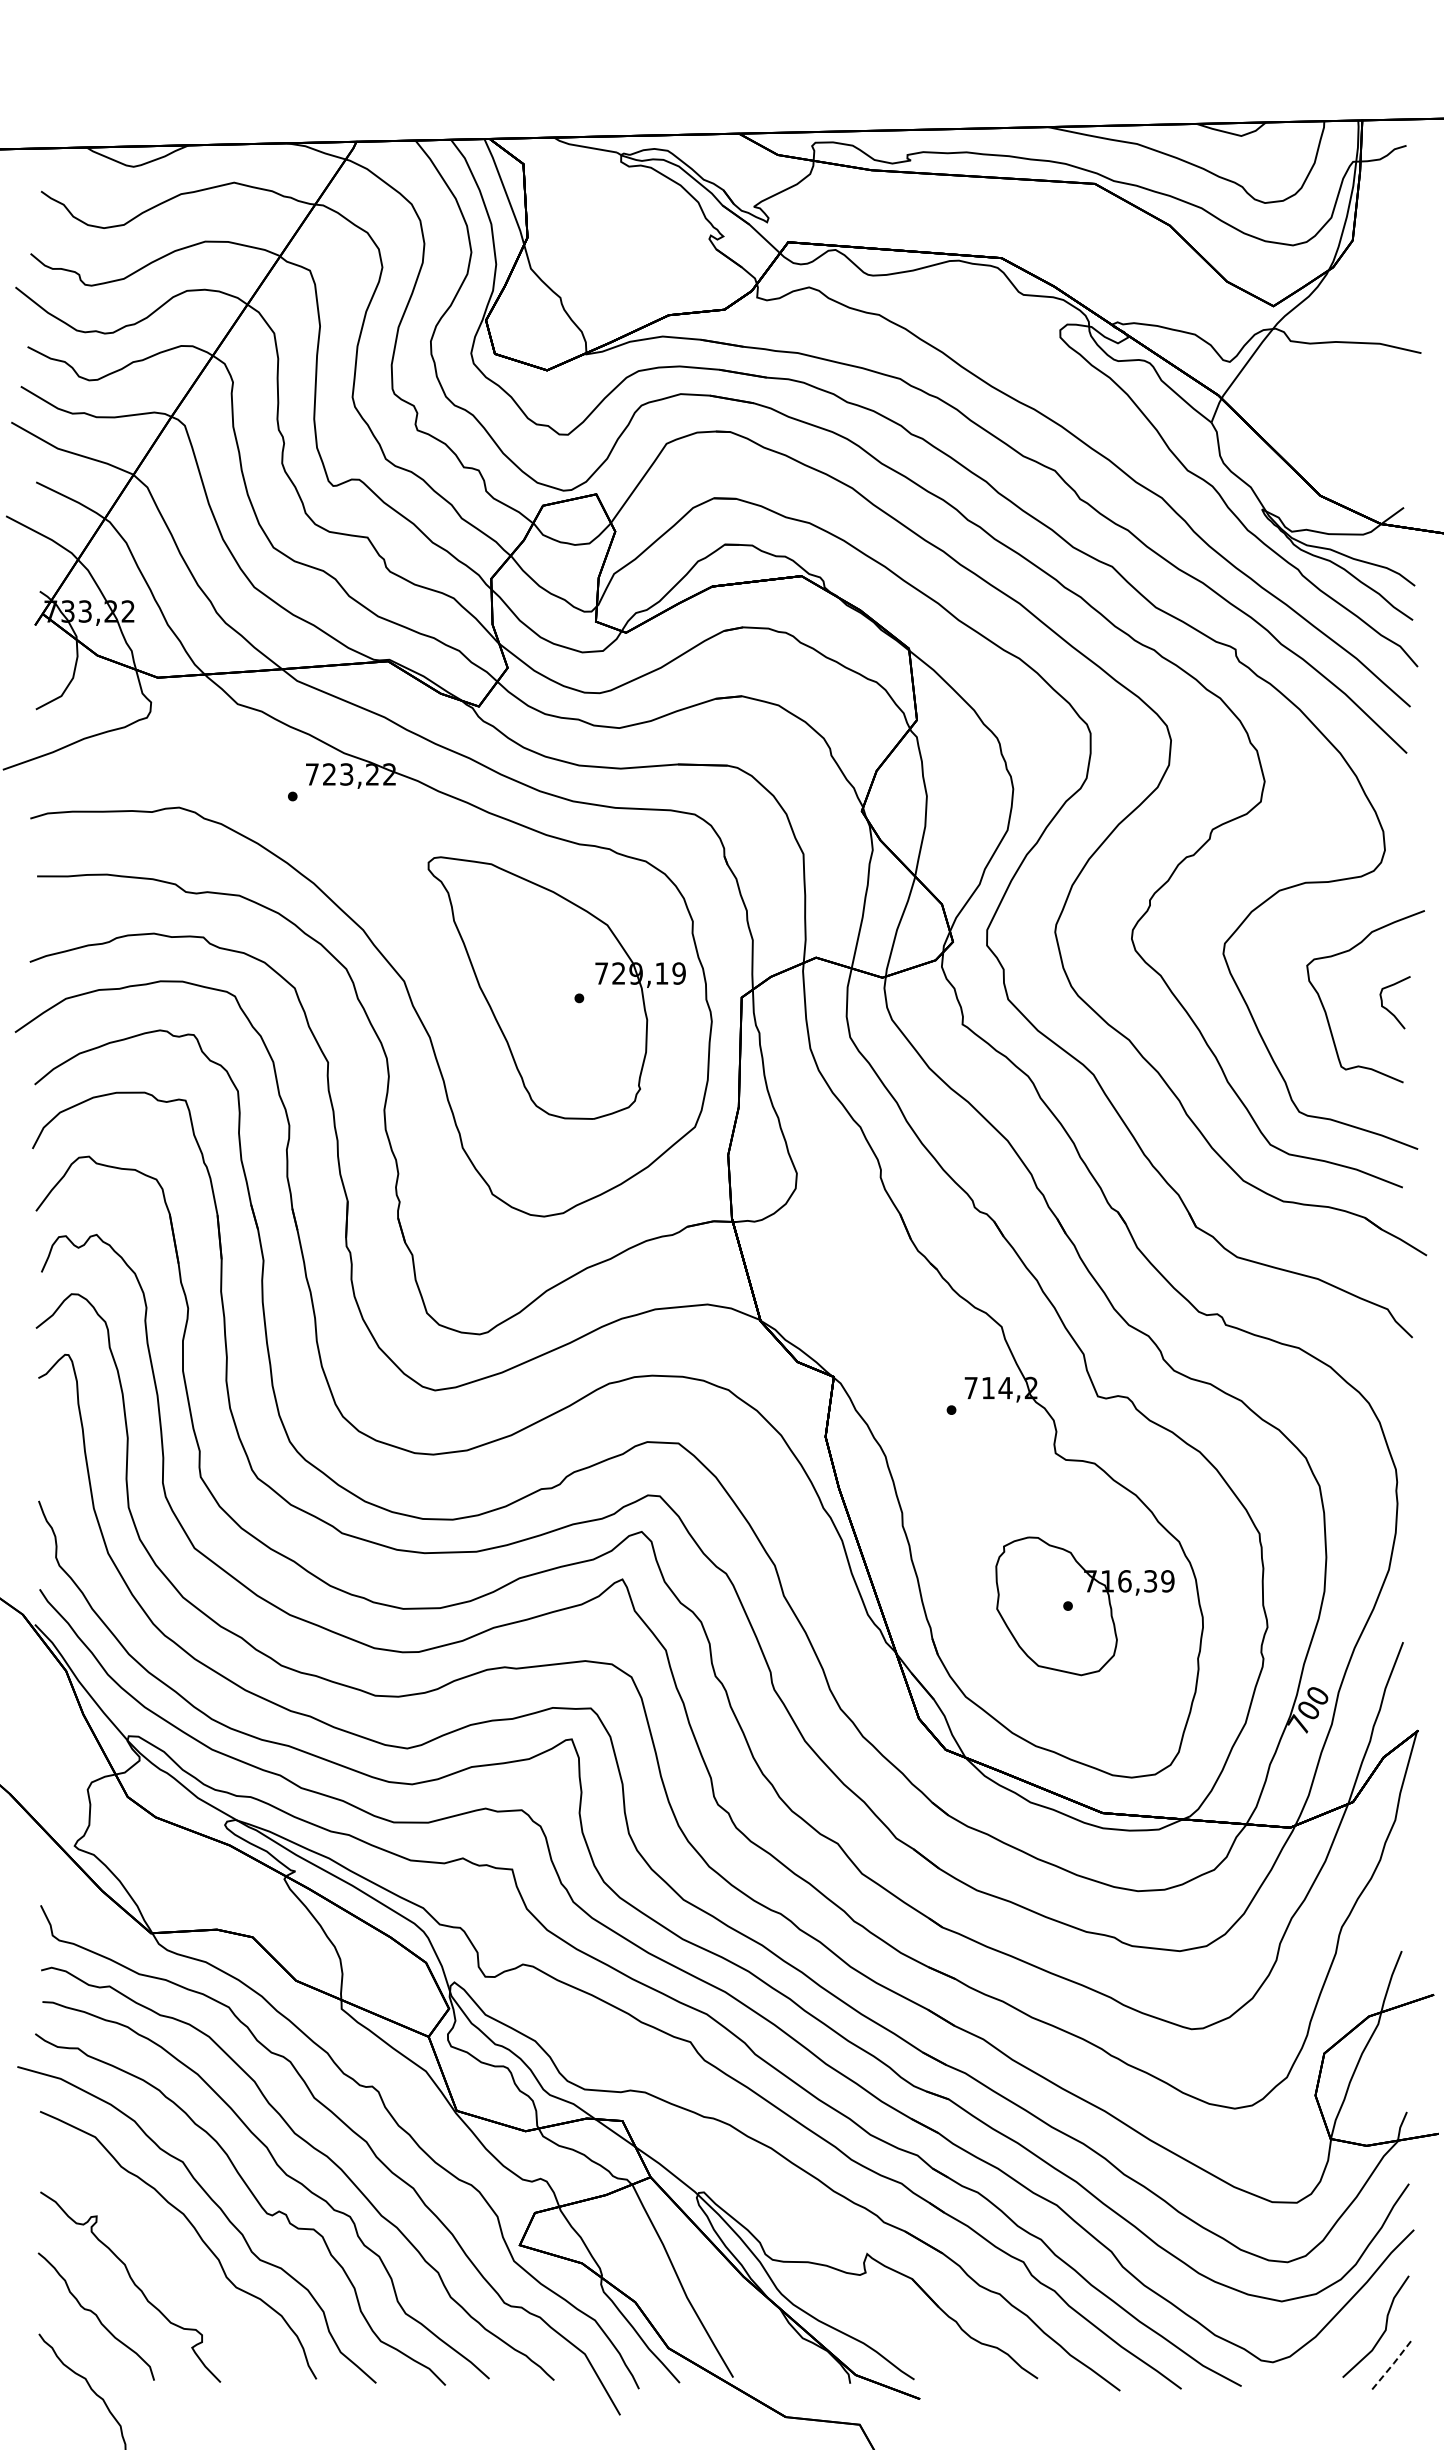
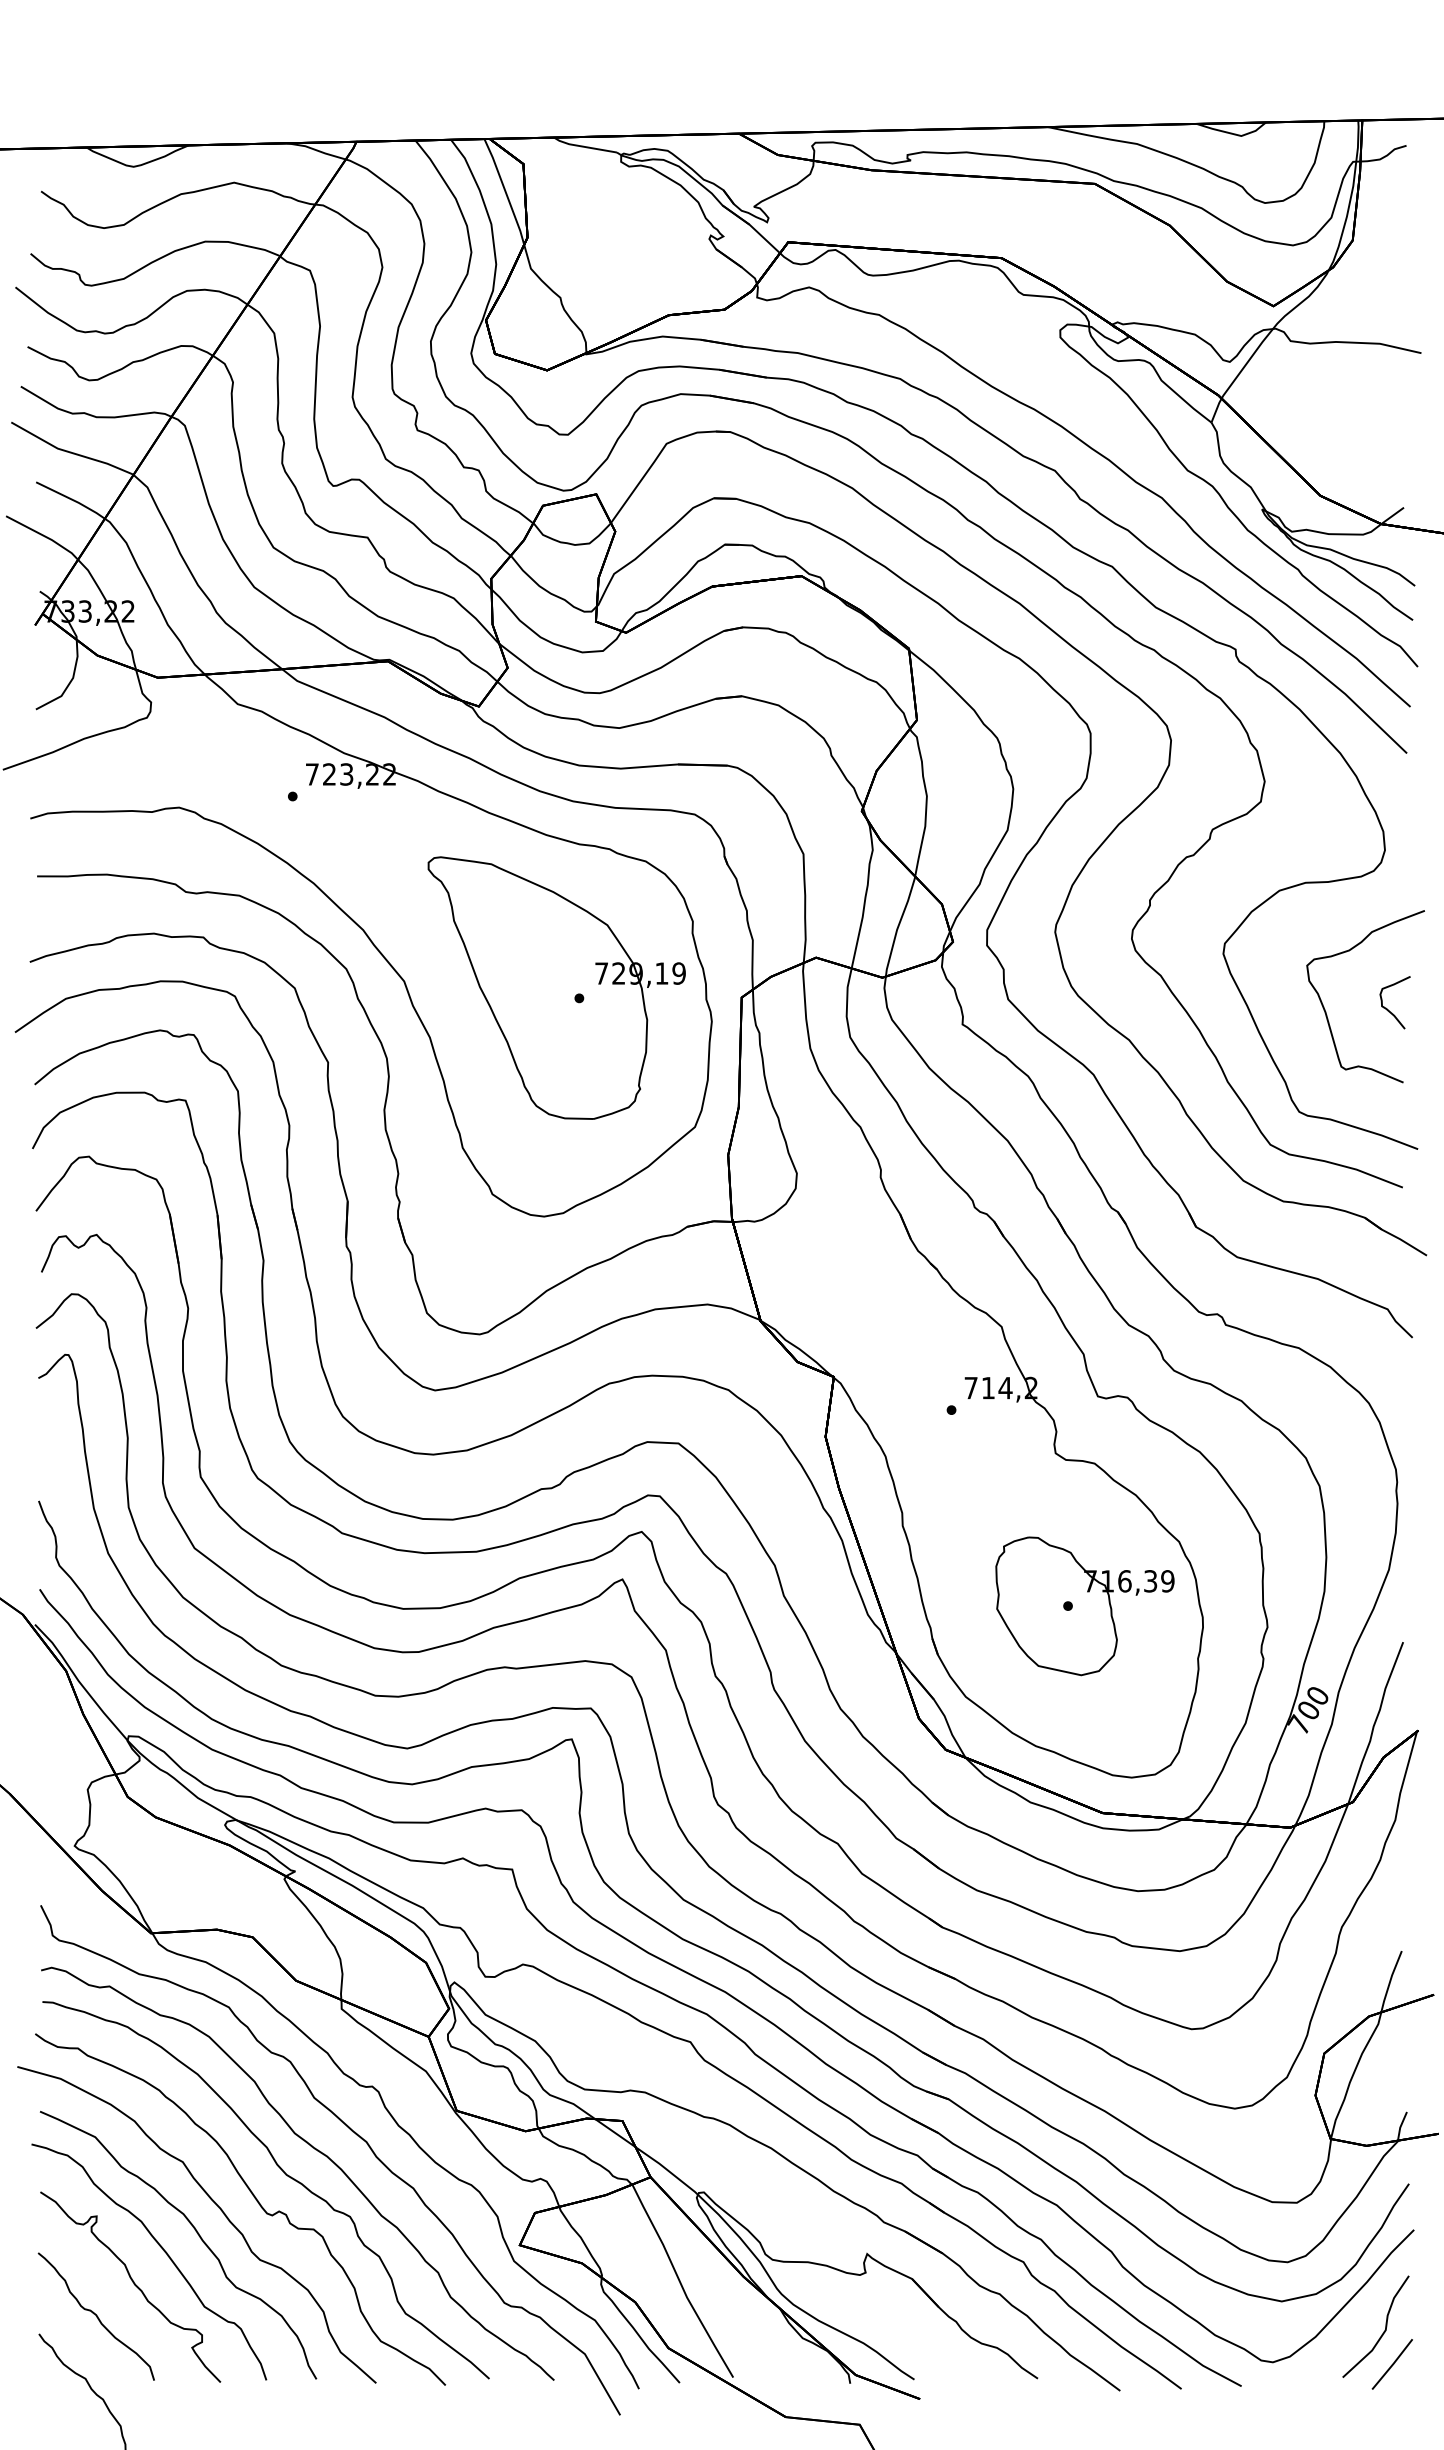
curve at (163, 2251): none -> present
line at (1393, 2364): dashed -> solid
